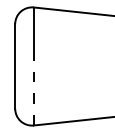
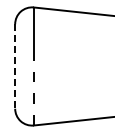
line at (15, 66): solid -> dashed
